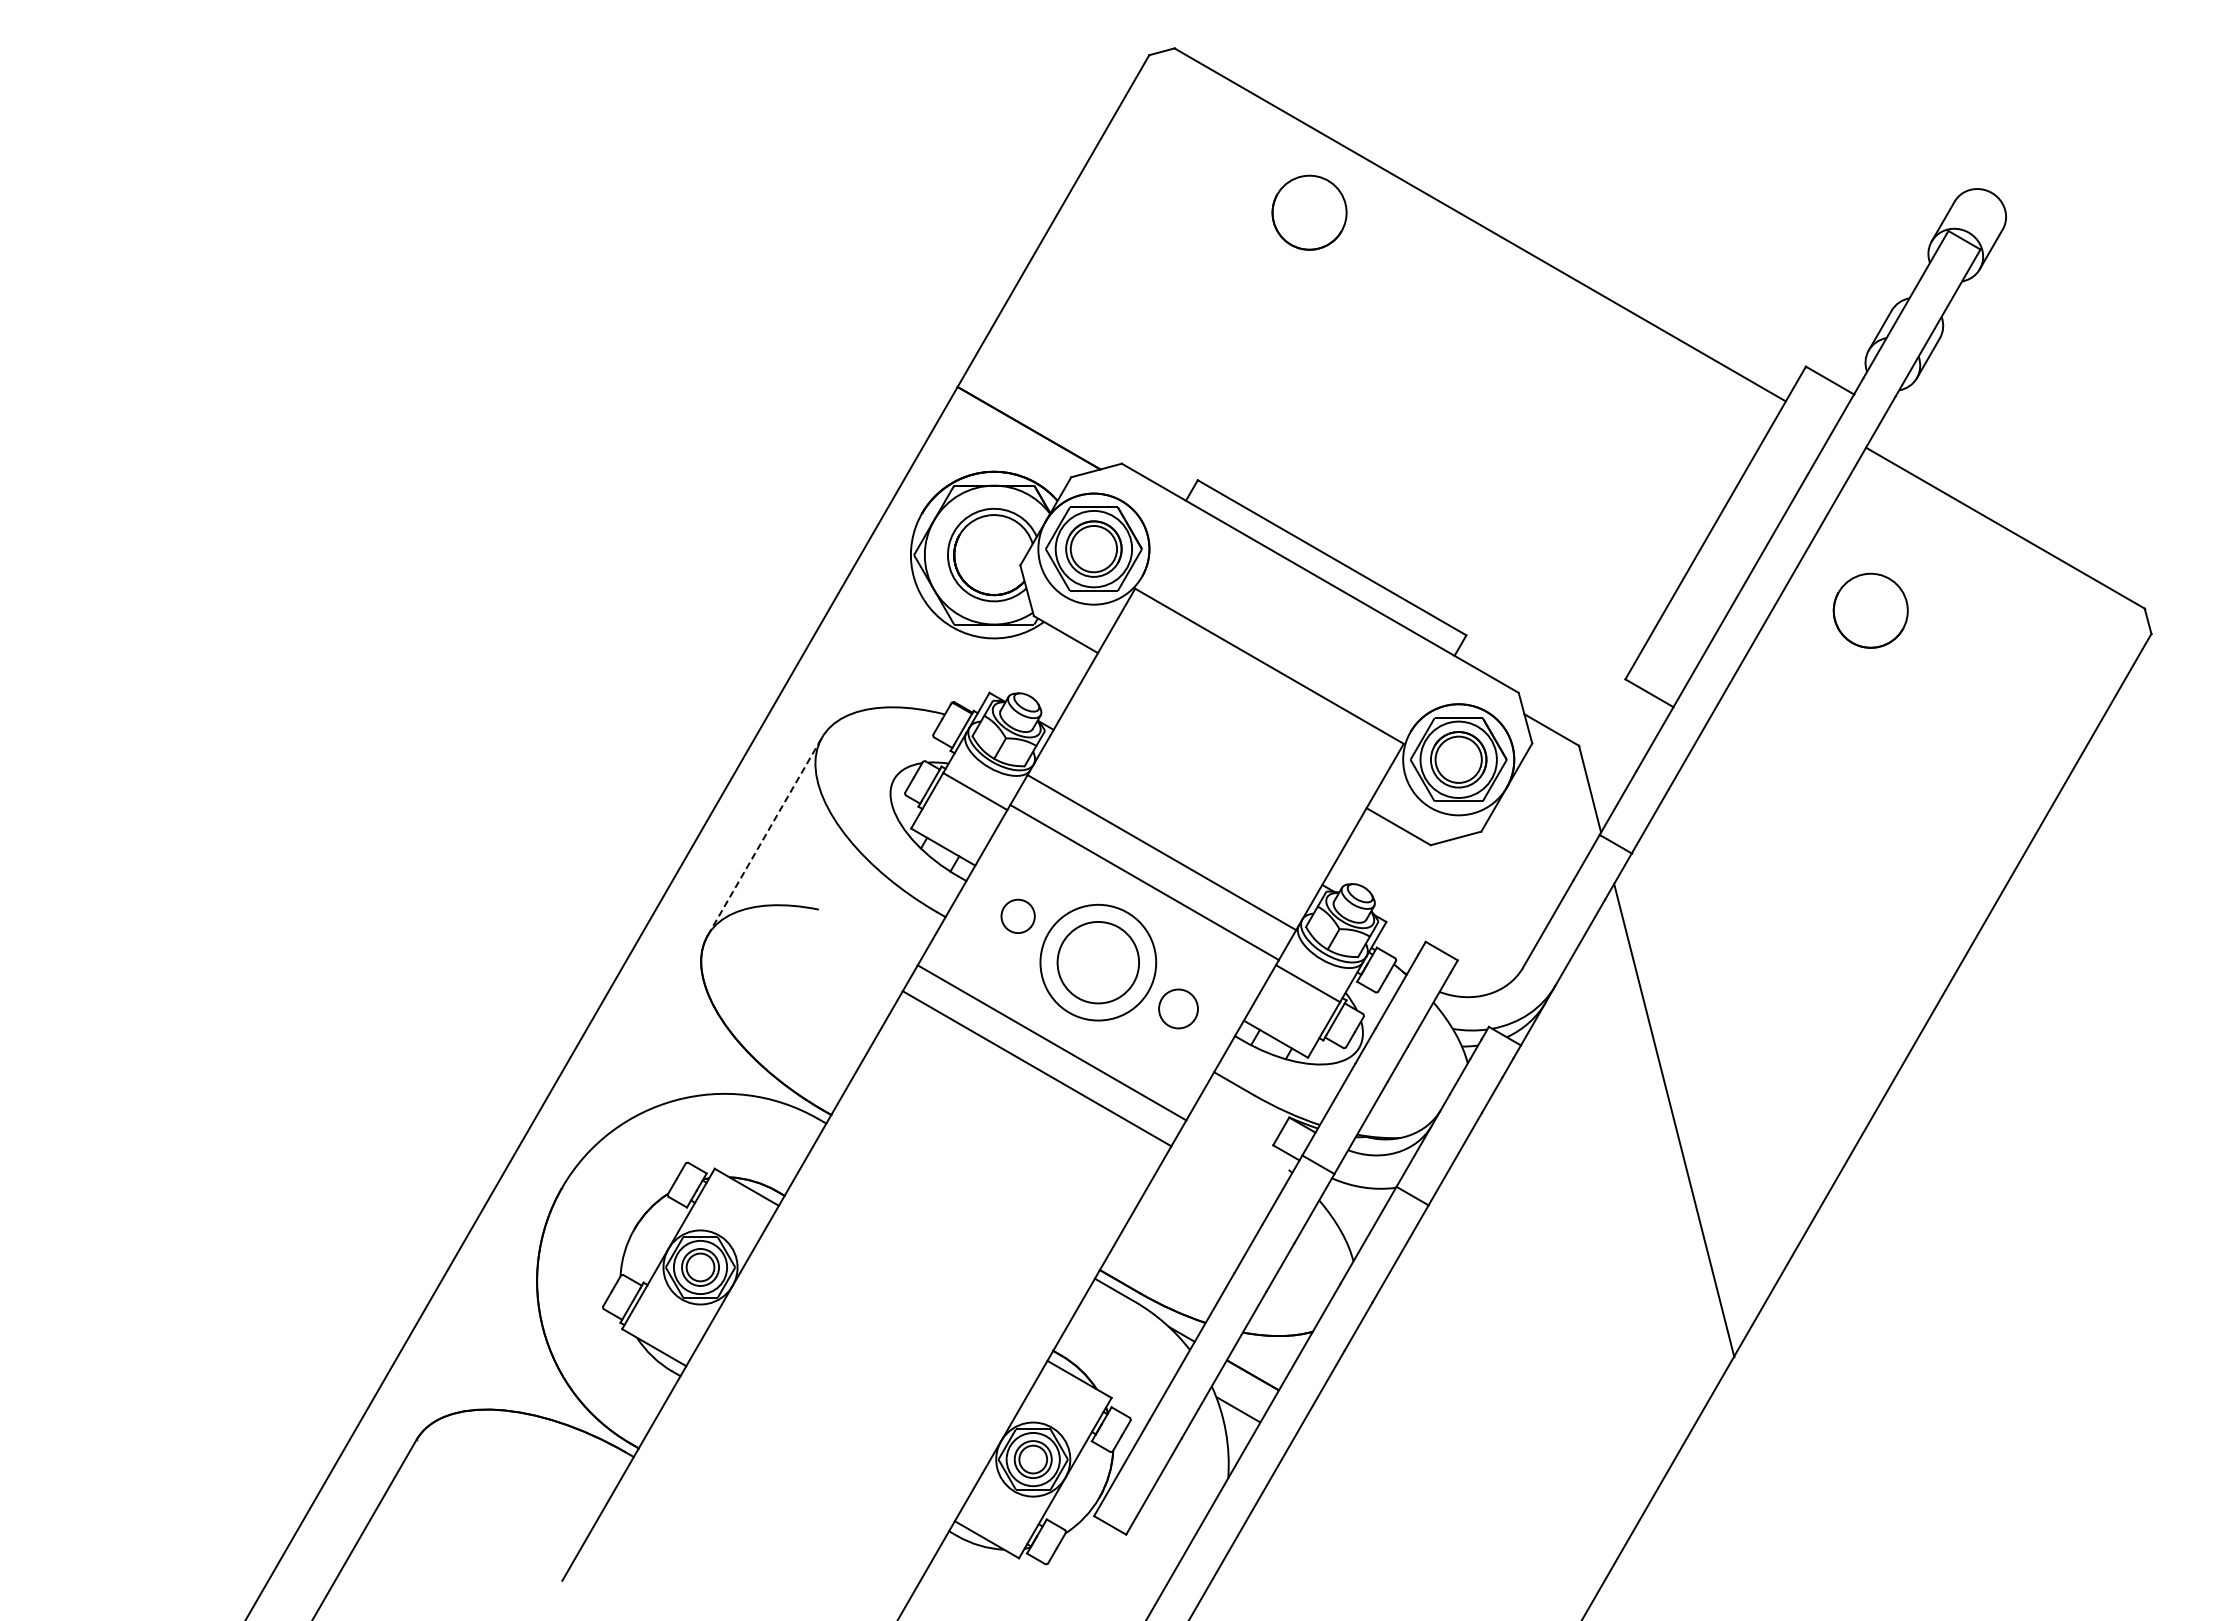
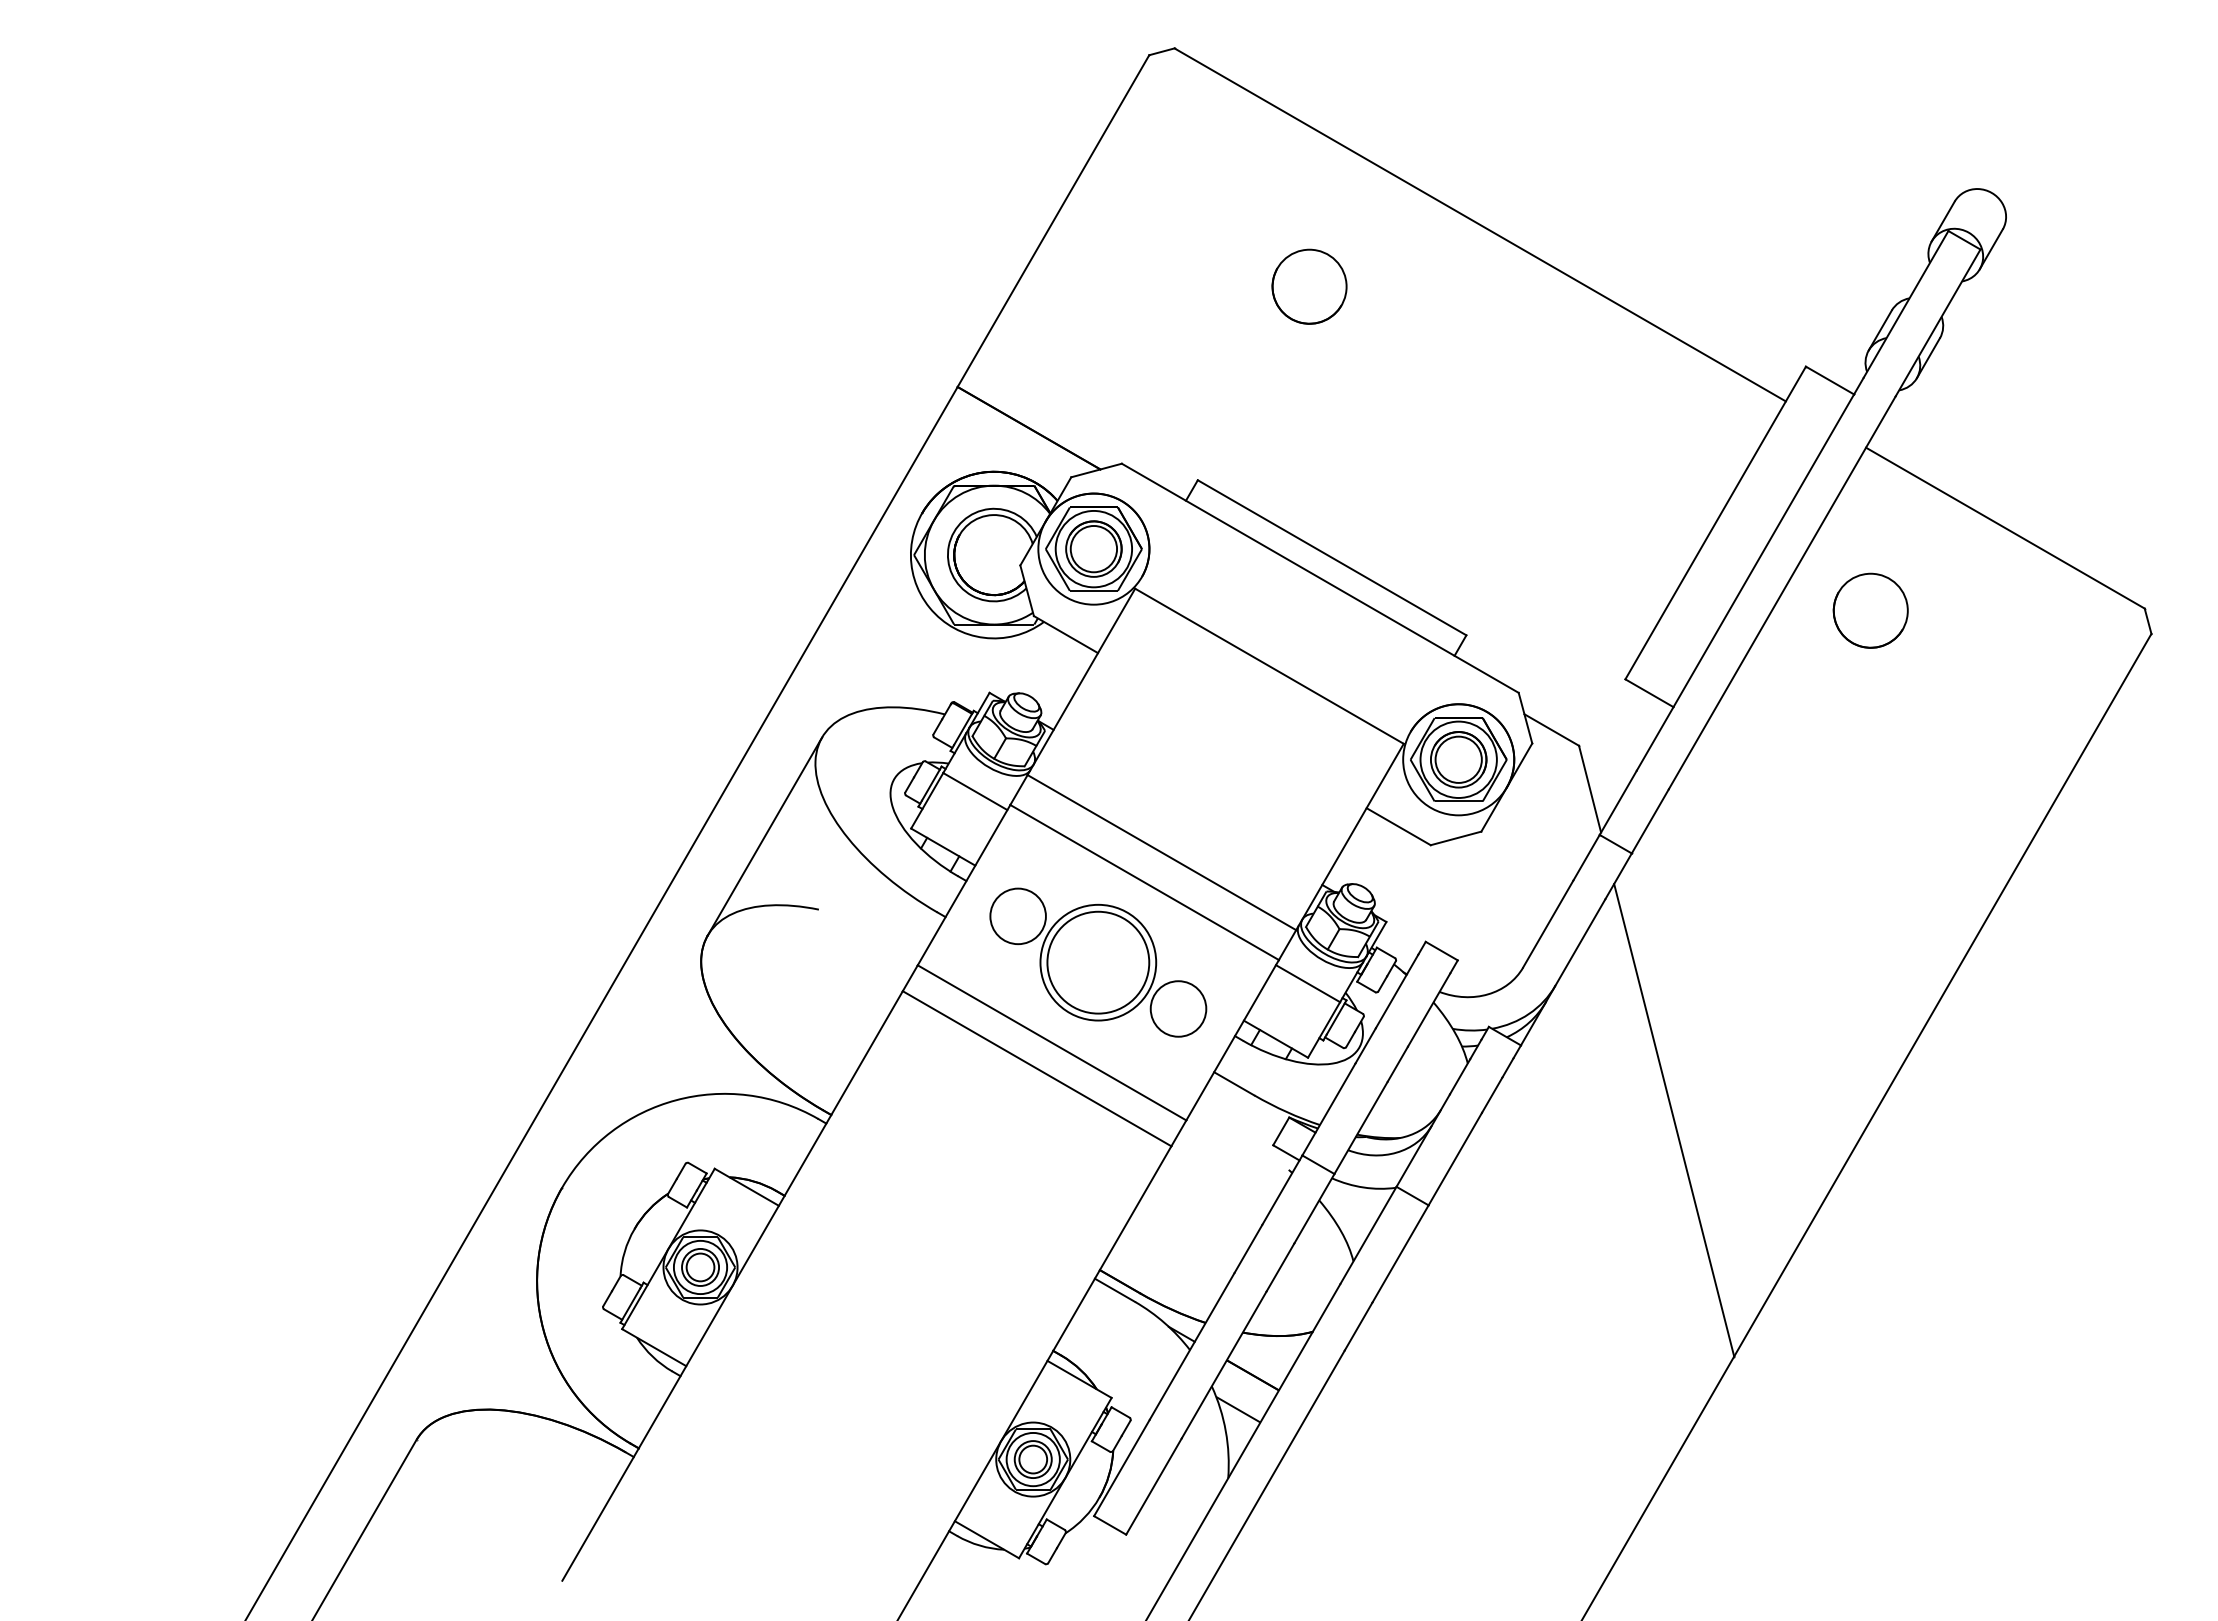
circle at (1309, 212) position: (1309, 212) -> (1309, 286)
line at (765, 836): dashed -> solid
circle at (1017, 916) diameter: 33 px -> 56 px
circle at (1098, 962) diameter: 81 px -> 102 px
circle at (1178, 1008) diameter: 39 px -> 56 px
